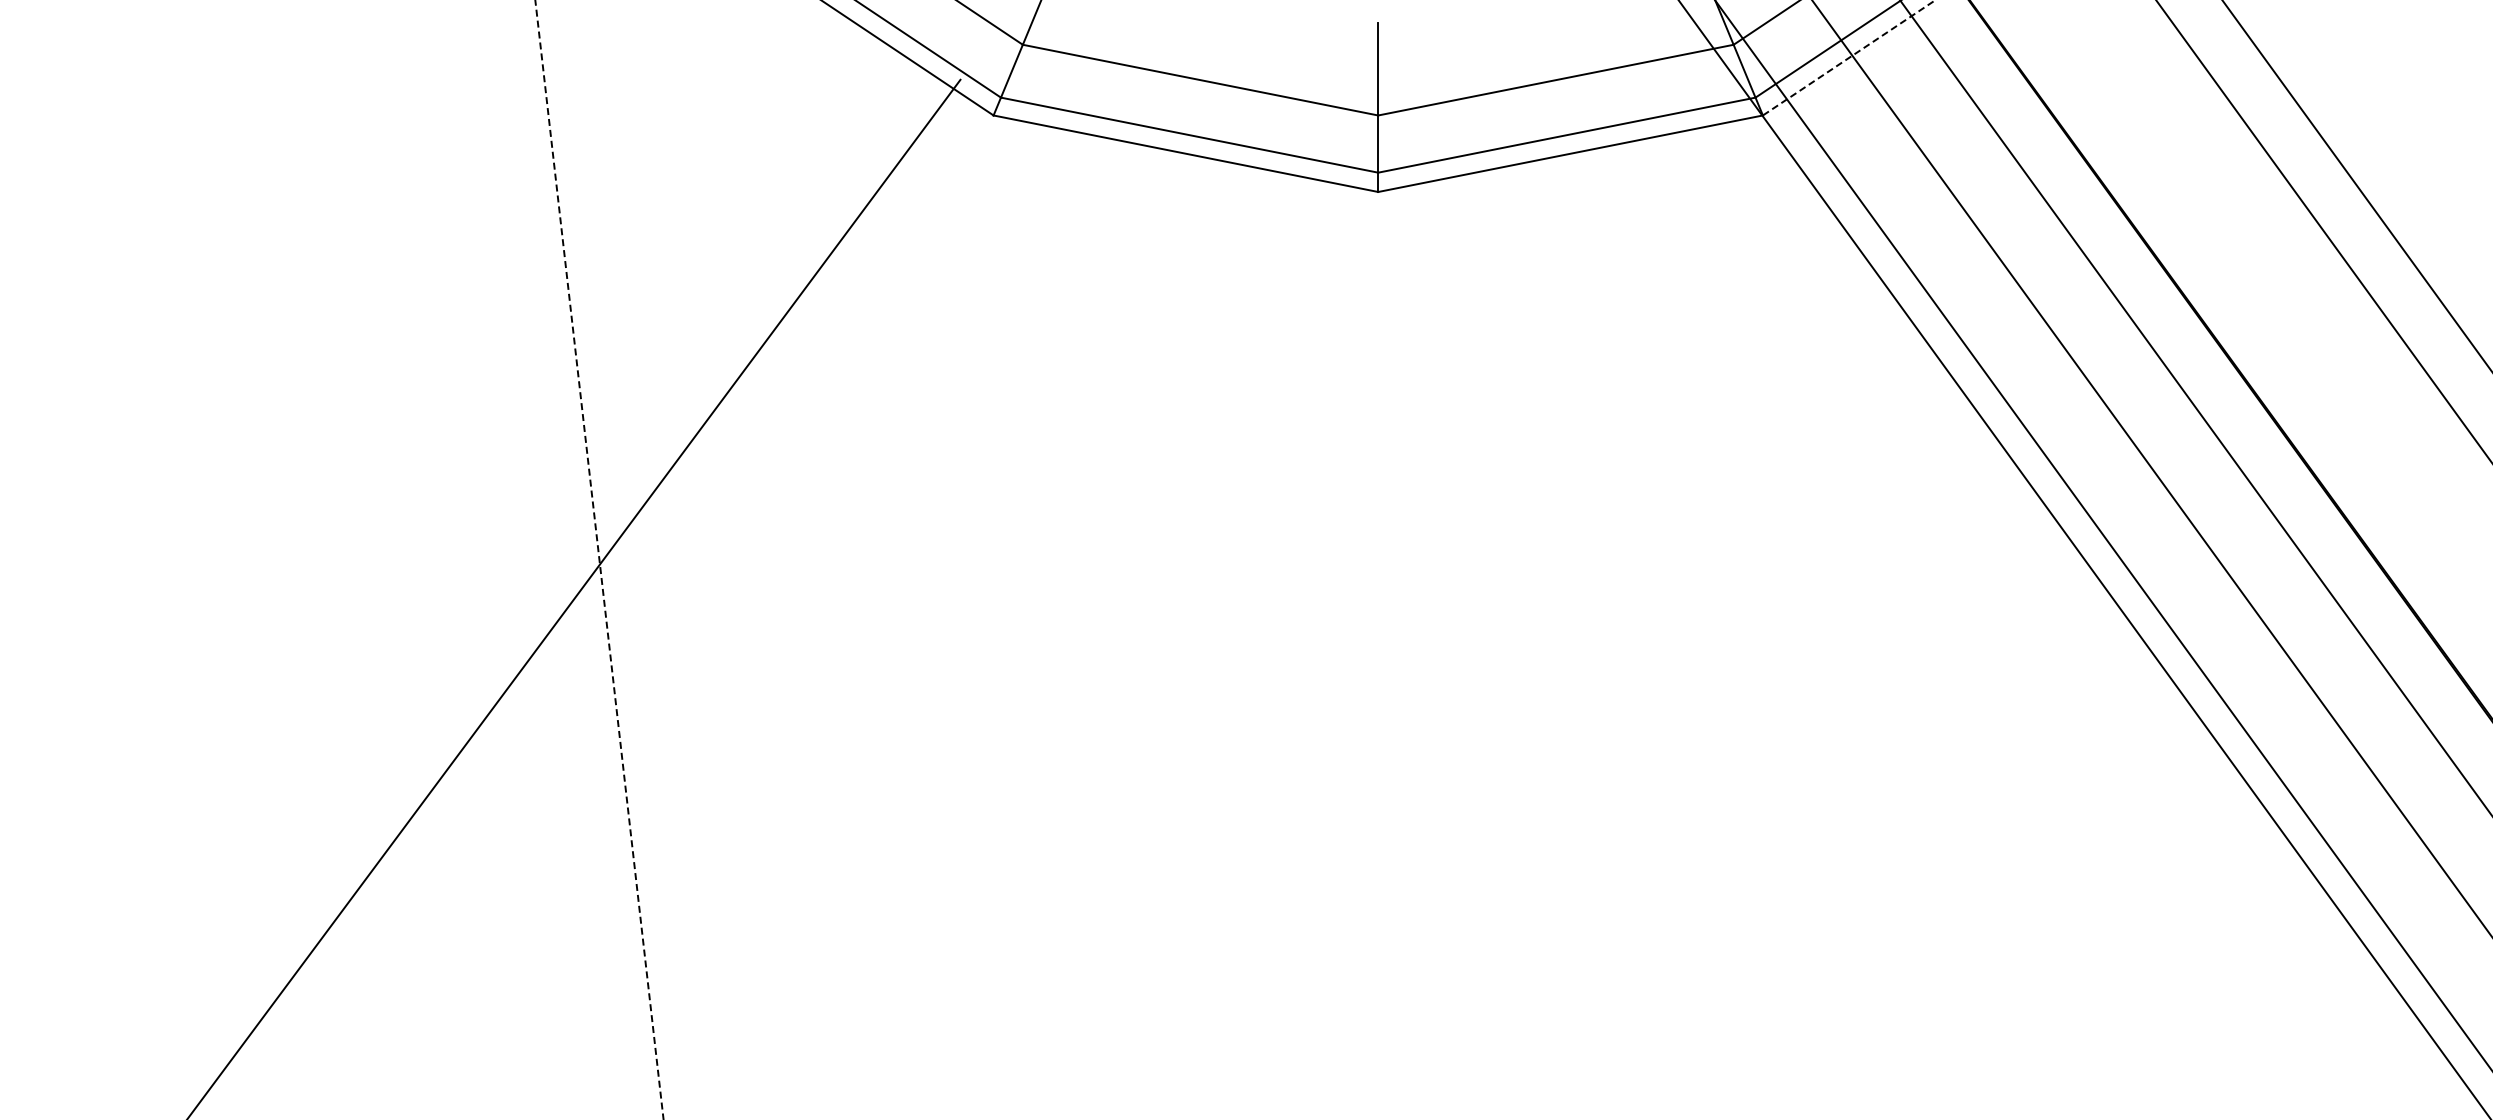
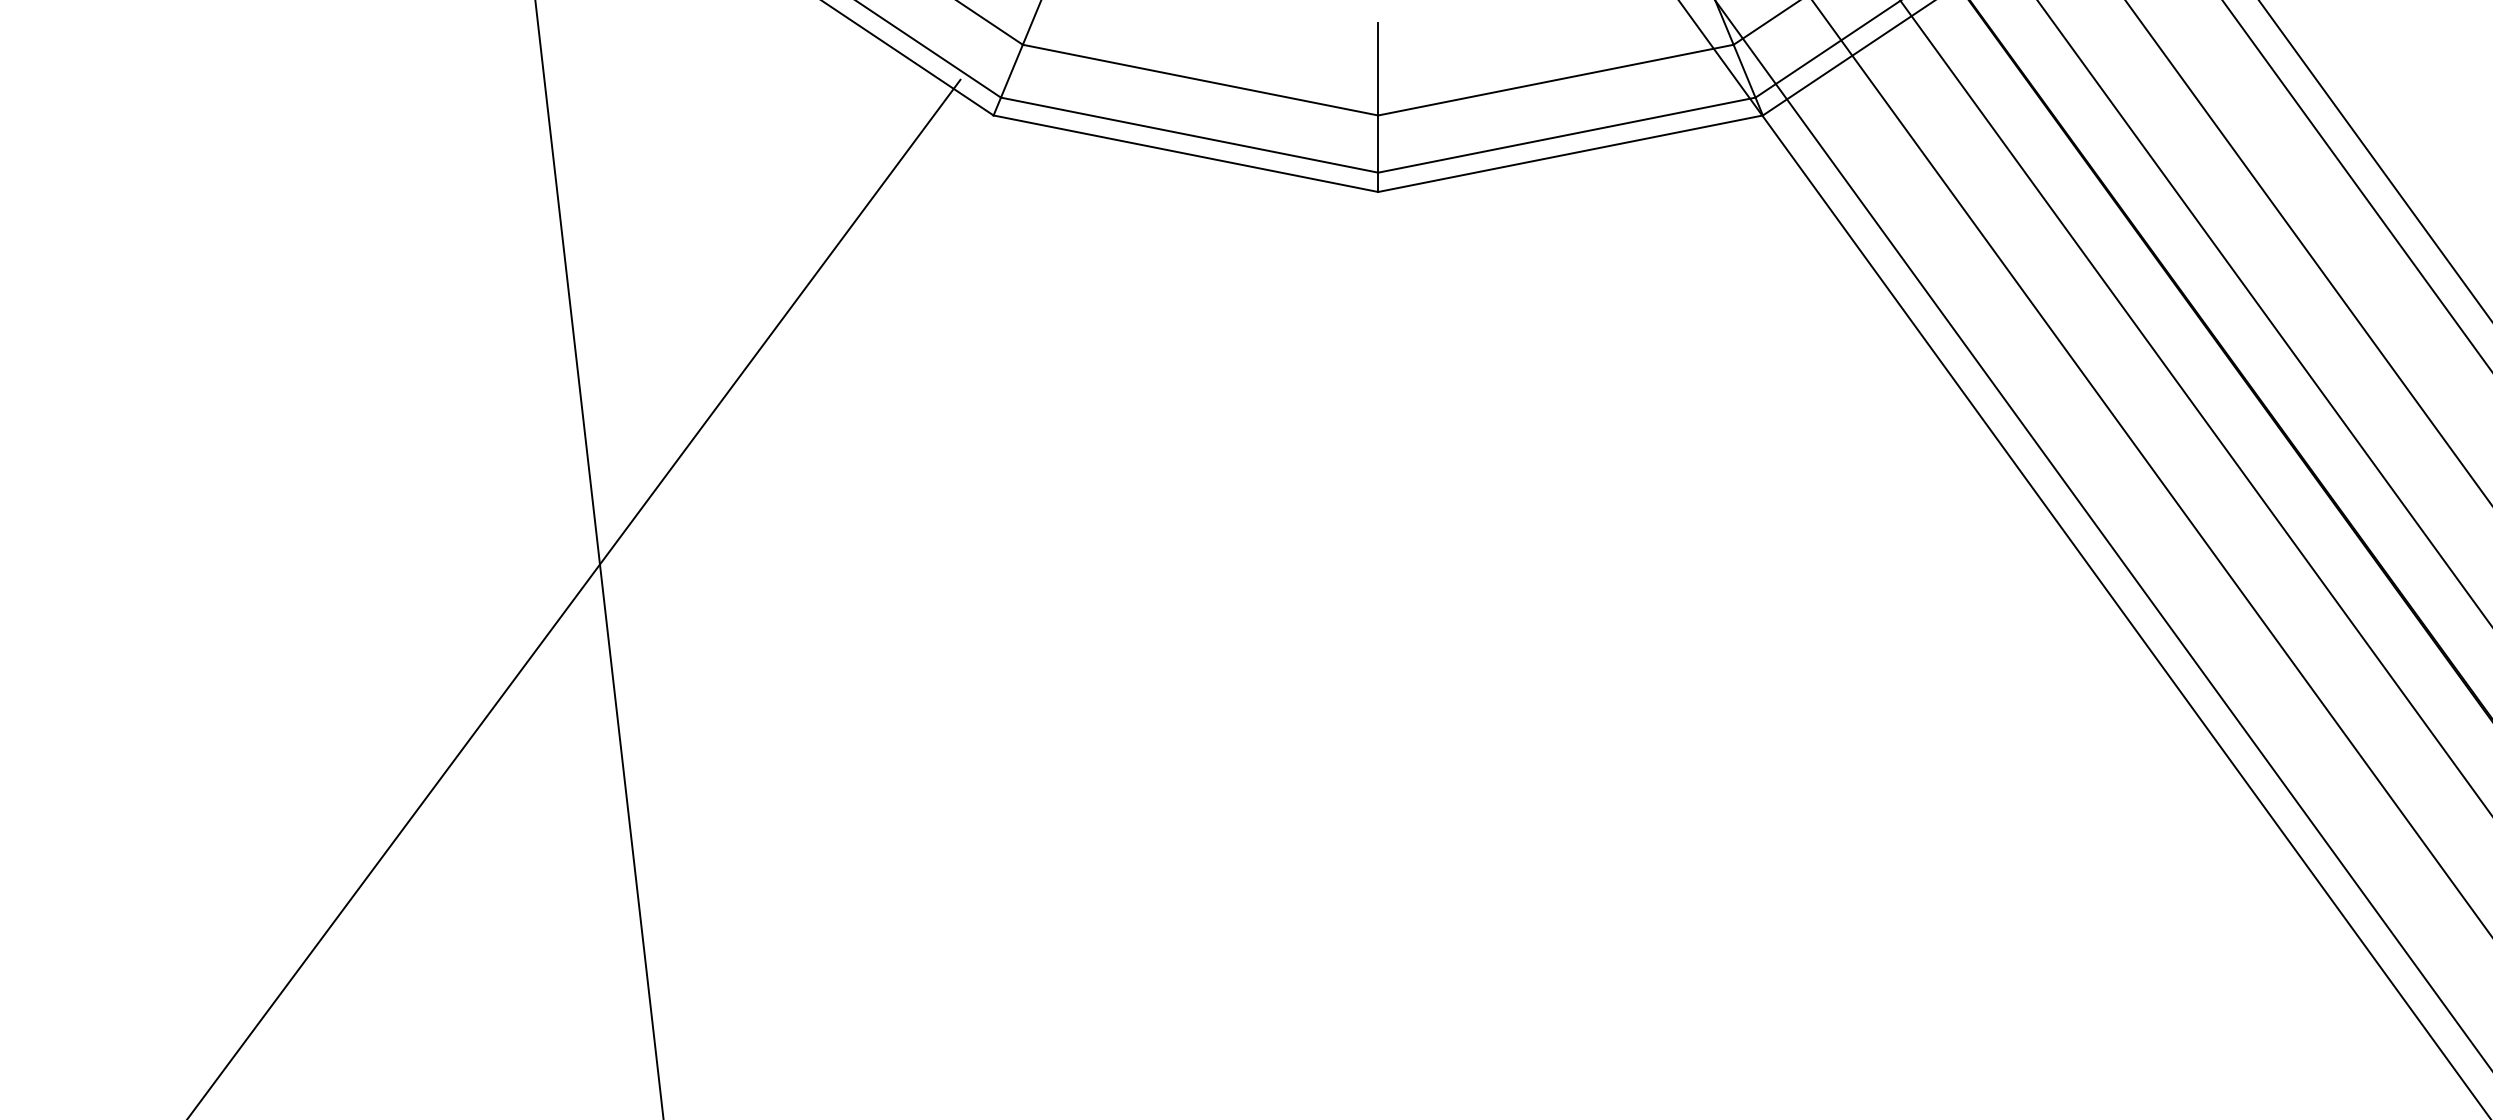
line at (1849, 57): dashed -> solid
line at (2374, 160): none -> present
line at (2323, 230) position: (2323, 230) -> (2307, 252)
line at (2264, 312): none -> present
line at (599, 560): dashed -> solid
